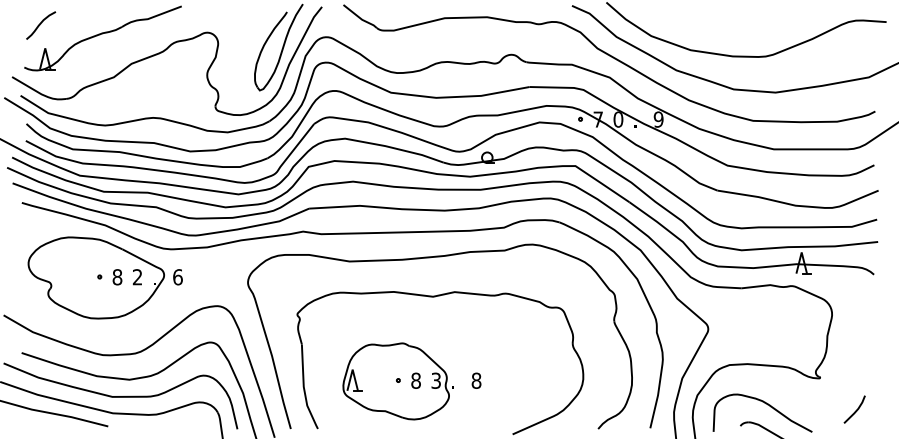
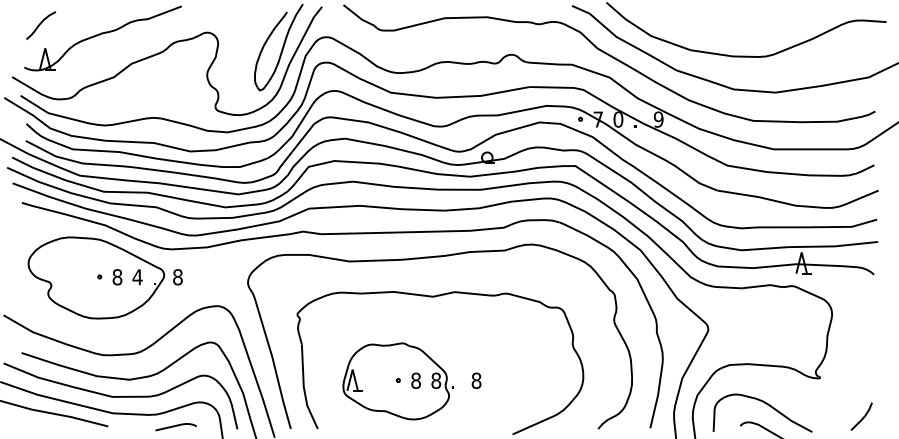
text at (137, 277): 2 -> 4
text at (177, 277): 6 -> 8
text at (436, 380): 3 -> 8
line at (855, 410) position: (855, 410) -> (862, 417)
curve at (175, 426): none -> present
